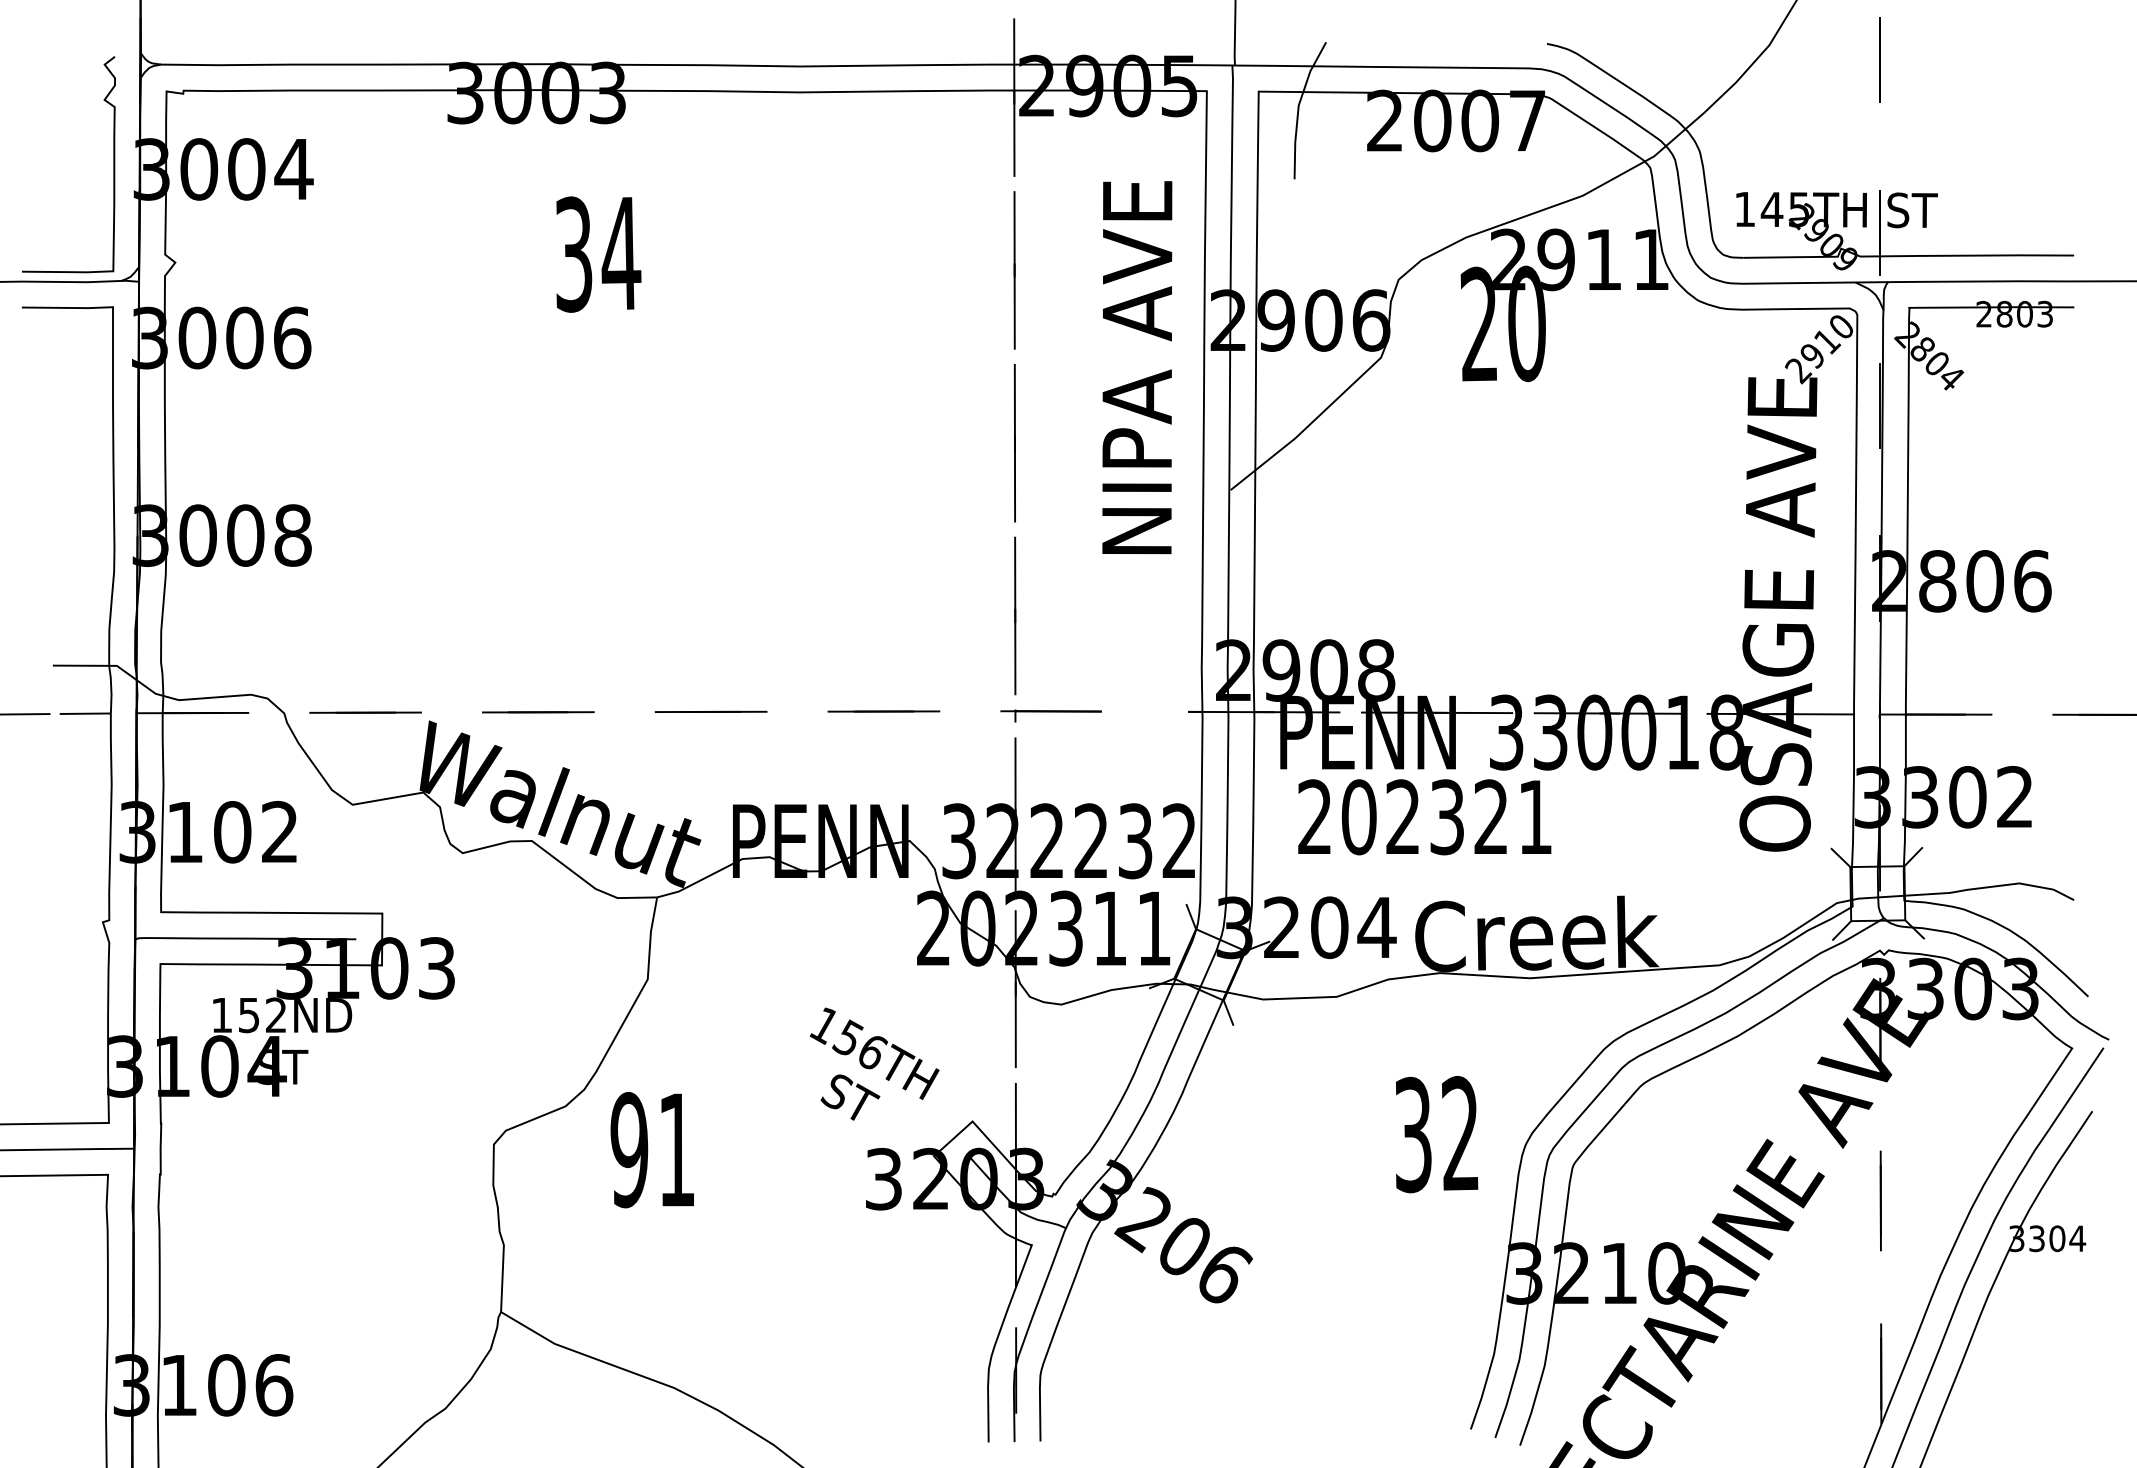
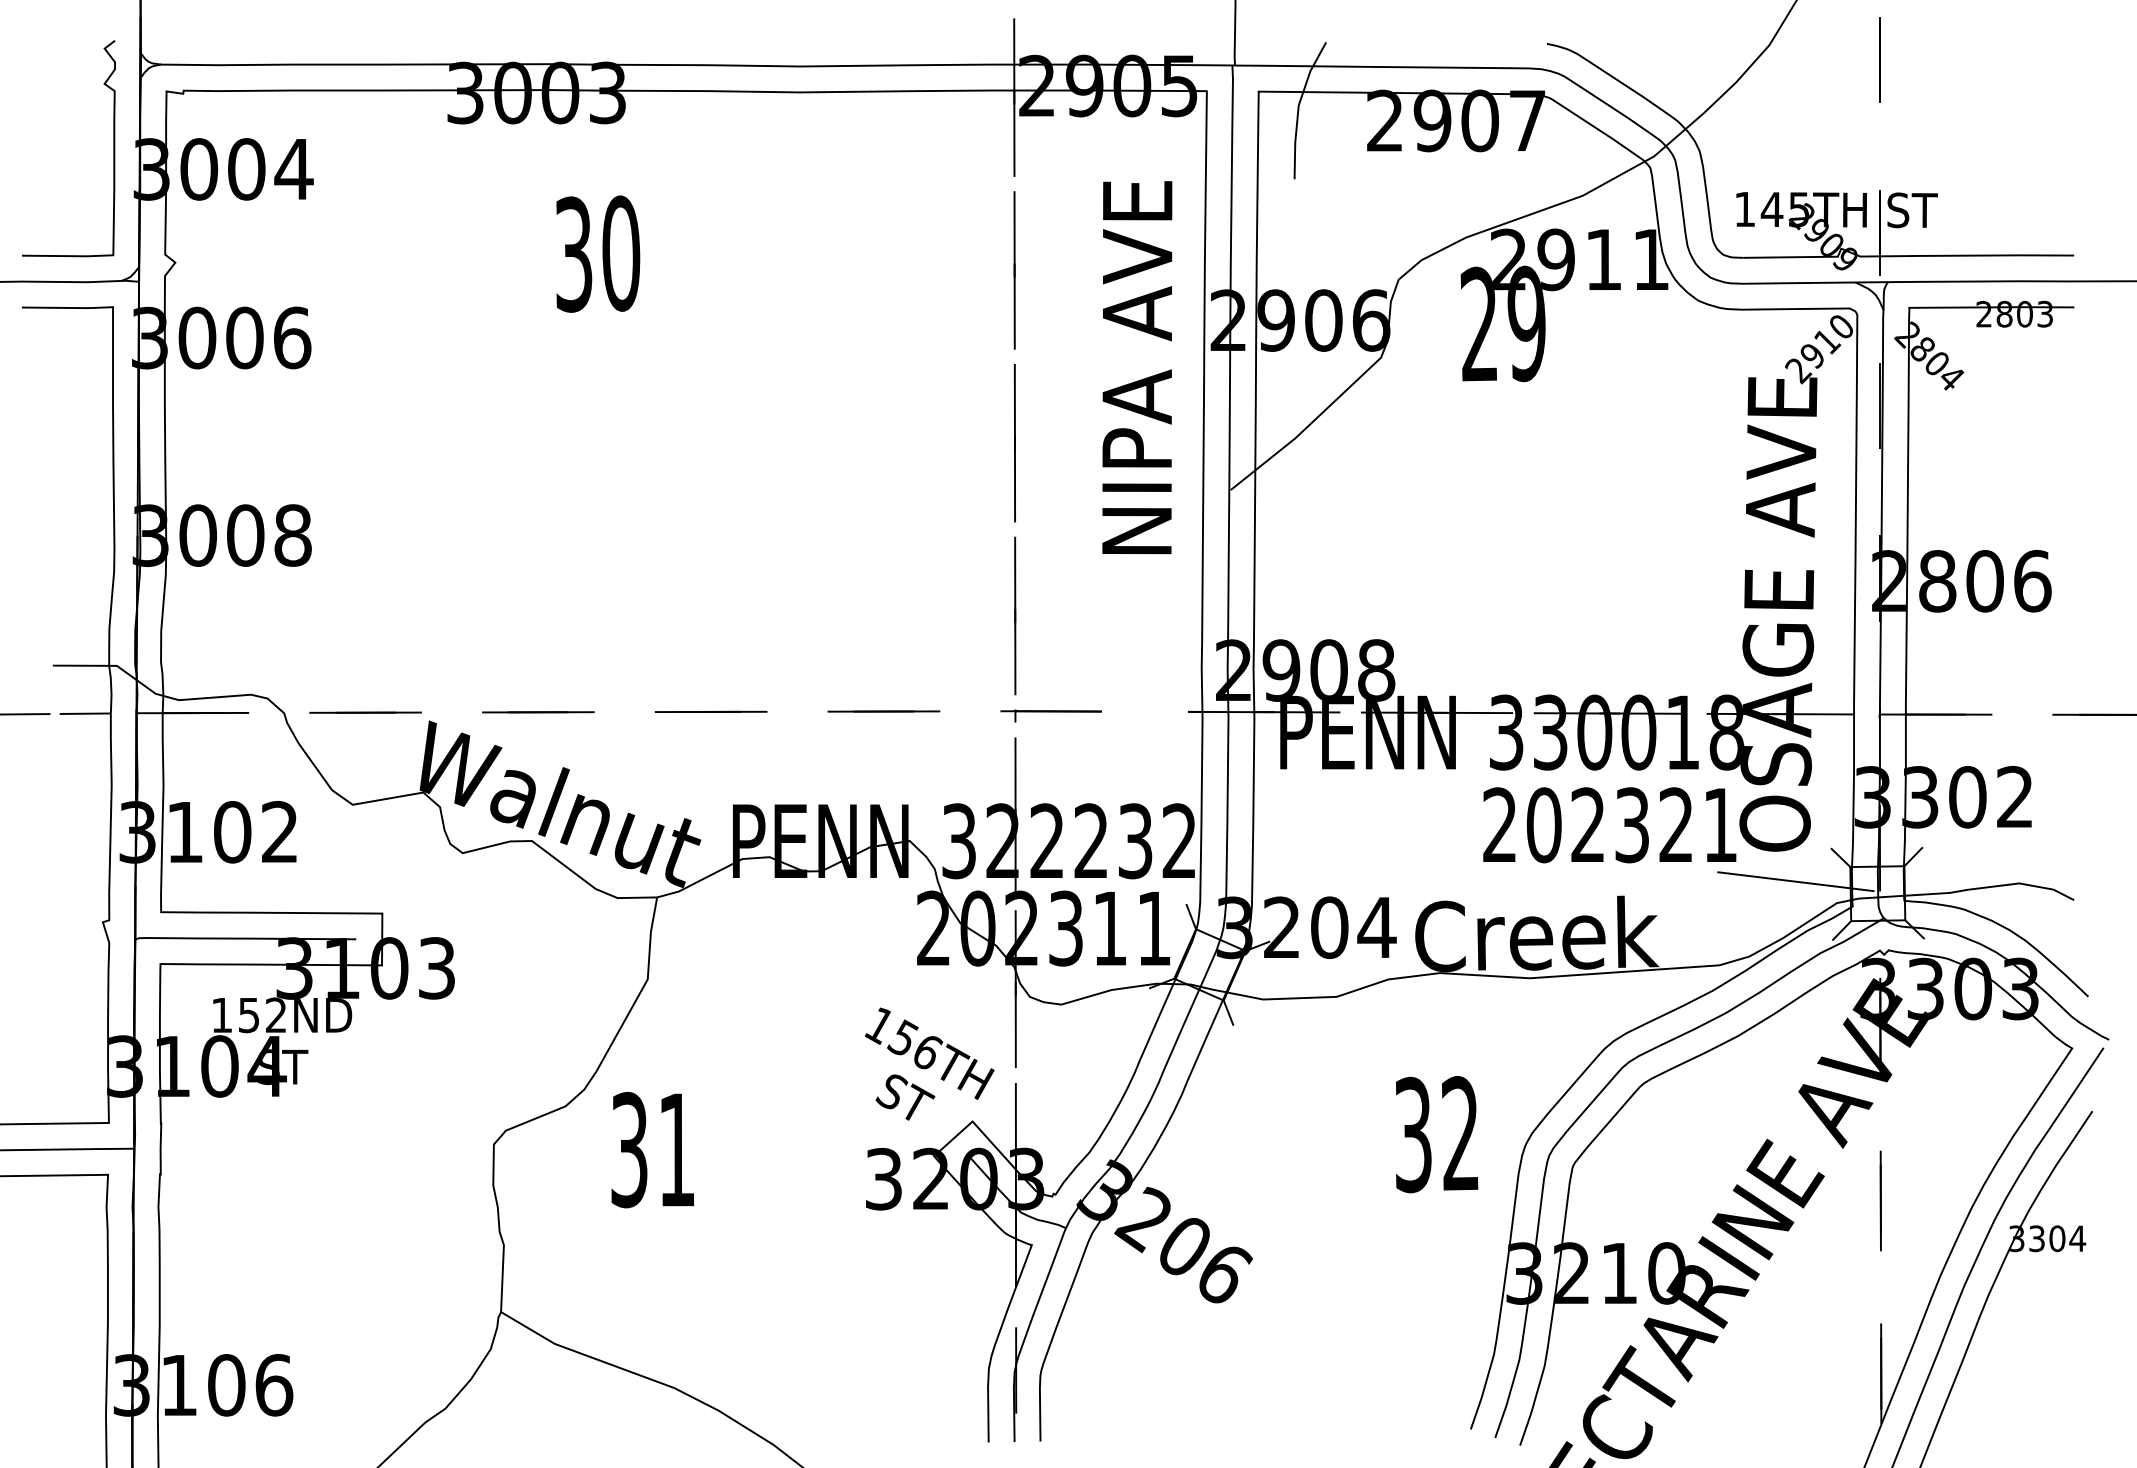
text at (1432, 120): 2007 -> 2907
curve at (113, 164) position: (113, 164) -> (113, 148)
text at (621, 253): 34 -> 30
text at (1526, 323): 20 -> 29
text at (1424, 817) position: (1424, 817) -> (1609, 825)
line at (1795, 881): none -> present
text at (874, 1063) position: (874, 1063) -> (929, 1063)
text at (629, 1150): 91 -> 31
